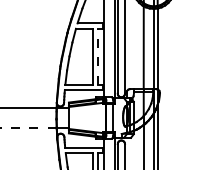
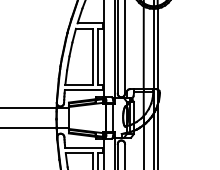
line at (97, 56): dashed -> solid
line at (28, 127): dashed -> solid
